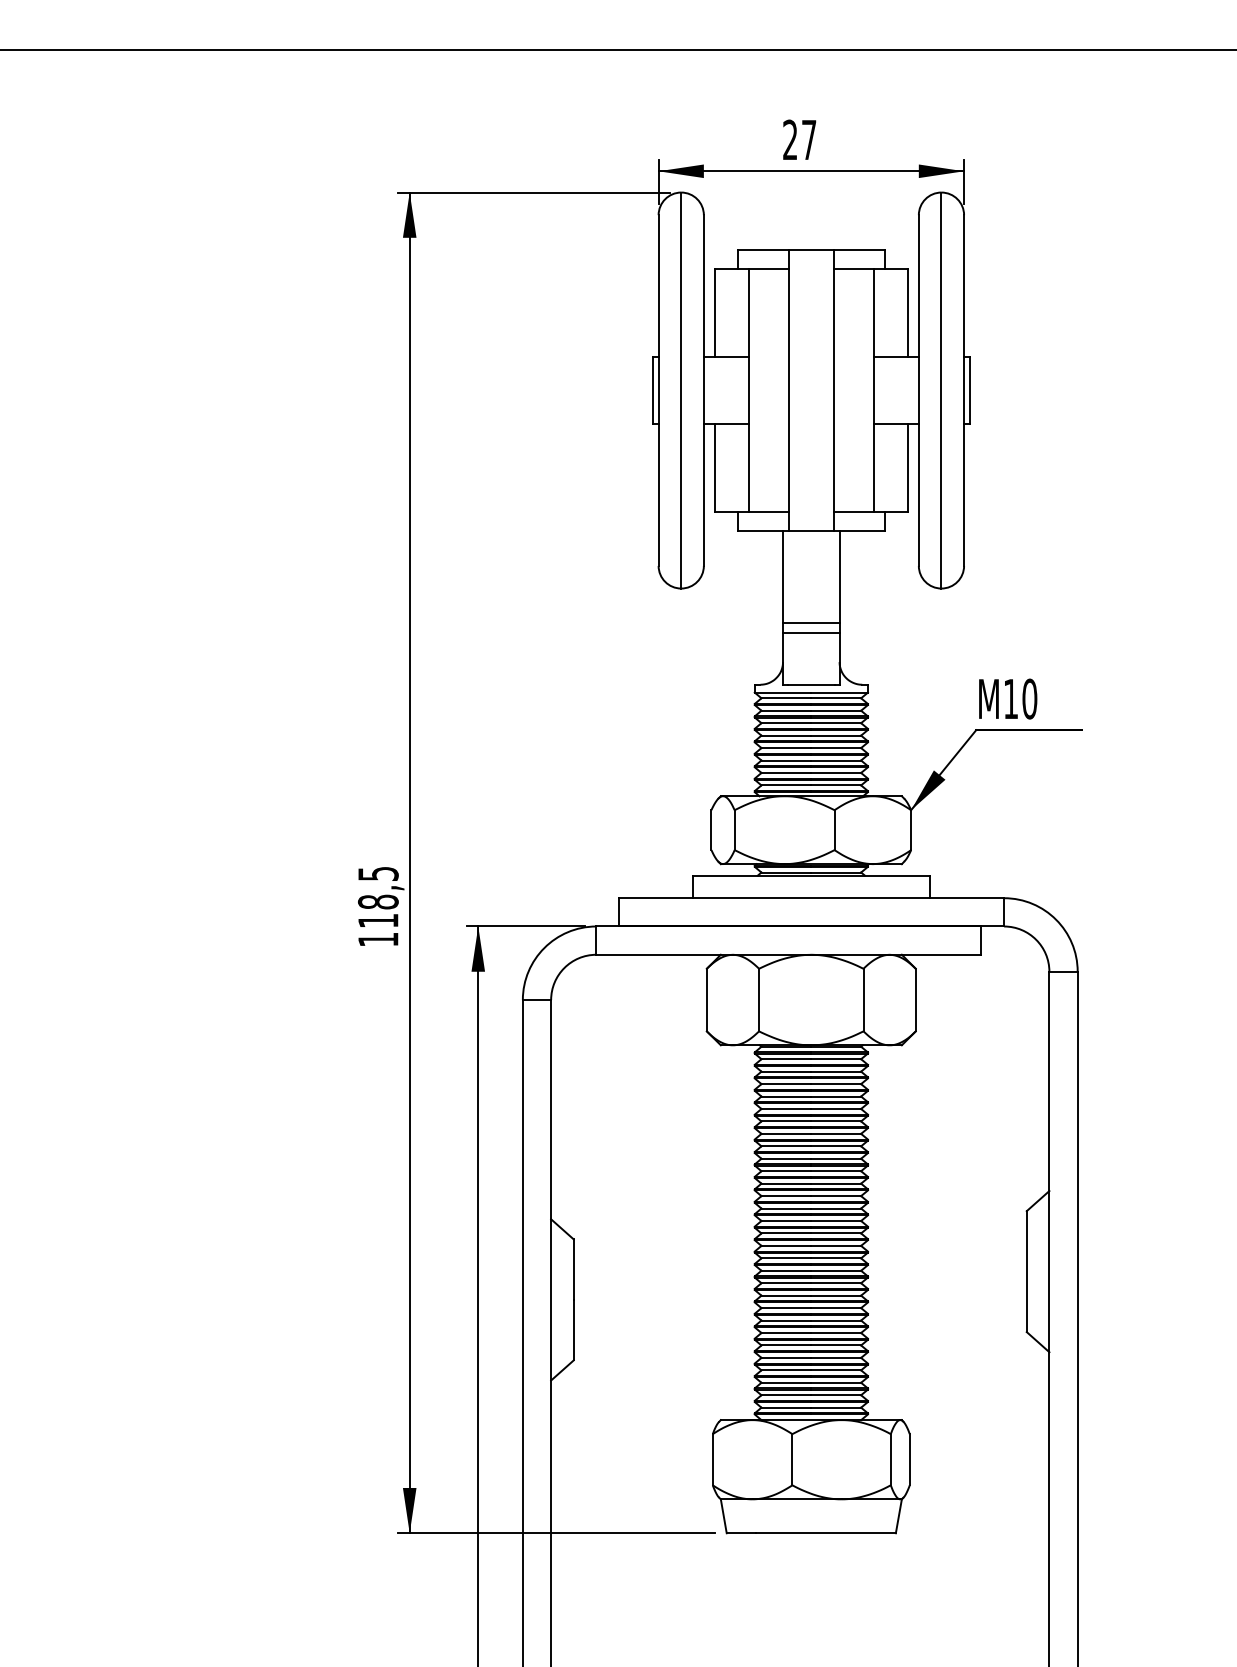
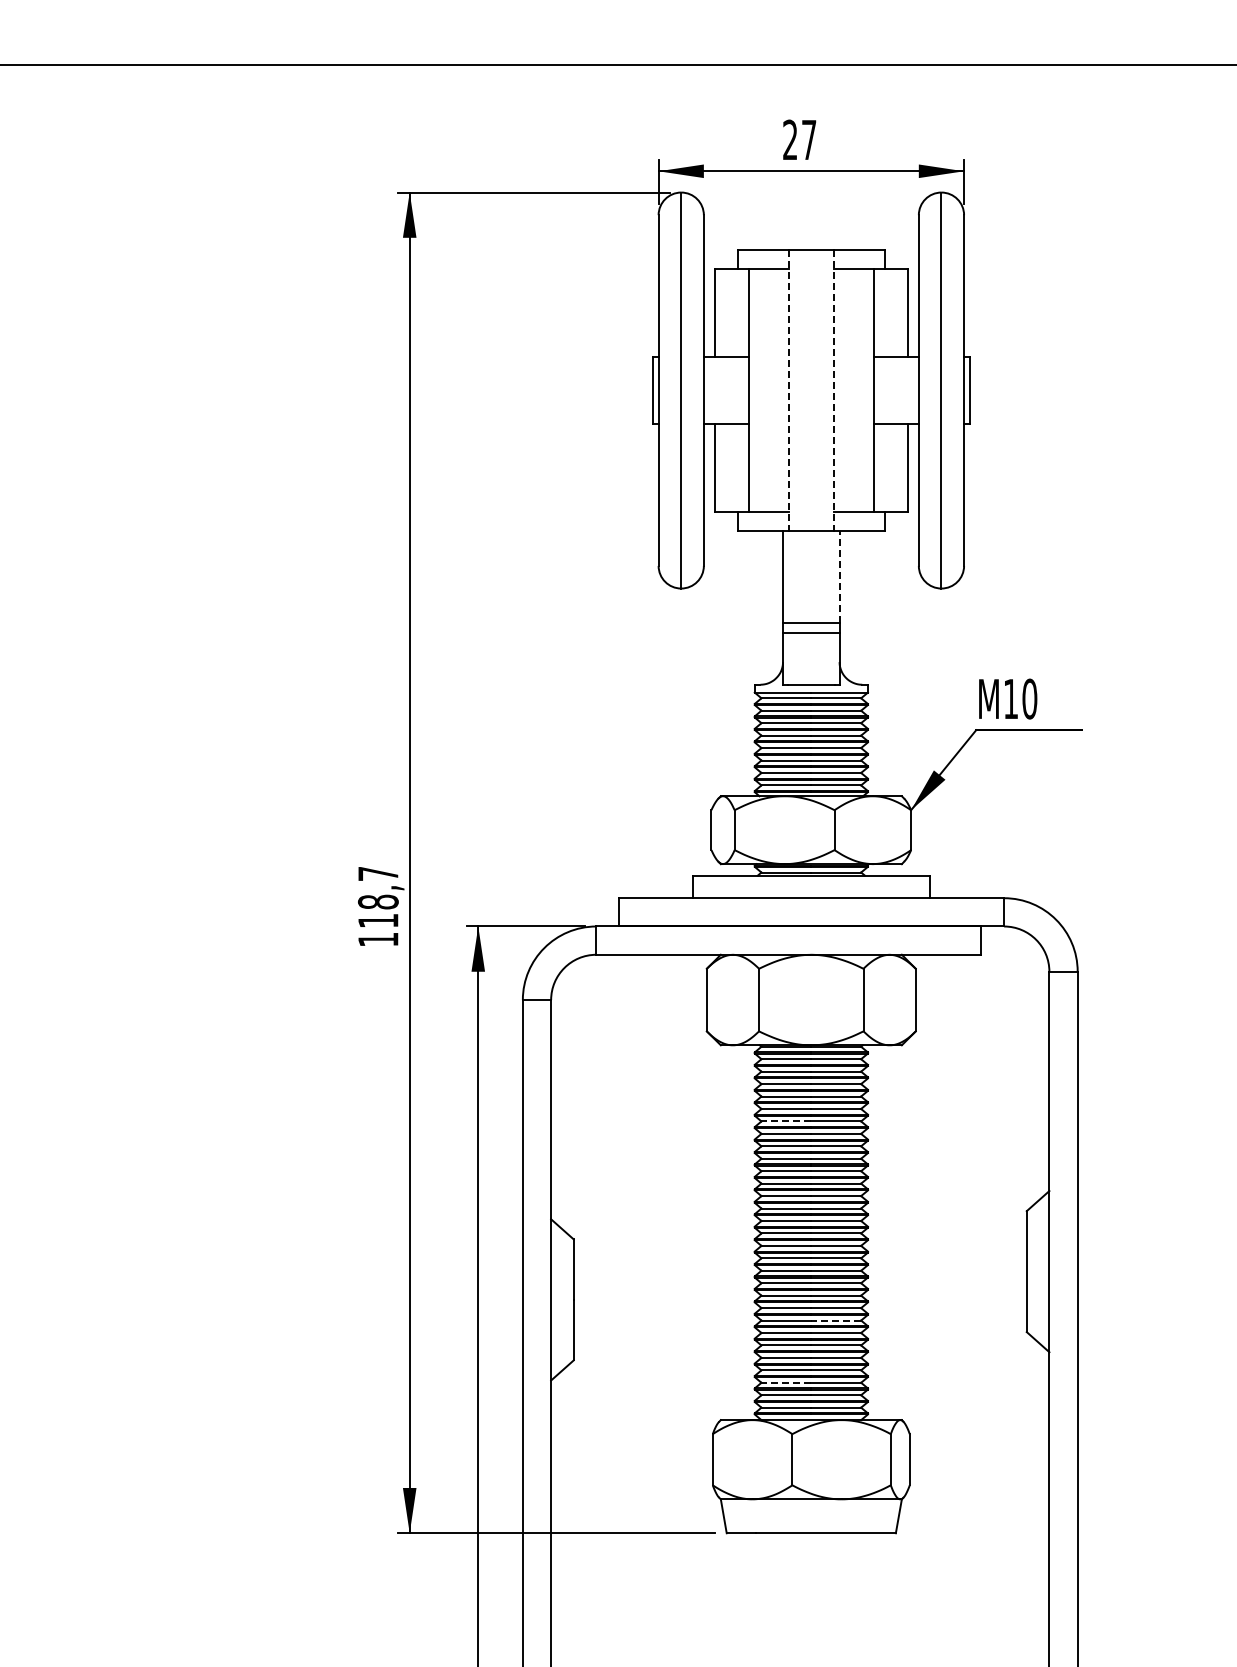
line at (617, 50) position: (617, 50) -> (617, 65)
line at (788, 390): solid -> dashed
line at (833, 390): solid -> dashed
line at (839, 577): solid -> dashed
text at (378, 873): 118,5 -> 118,7
line at (786, 1121): solid -> dashed
line at (836, 1320): solid -> dashed
line at (786, 1382): solid -> dashed
